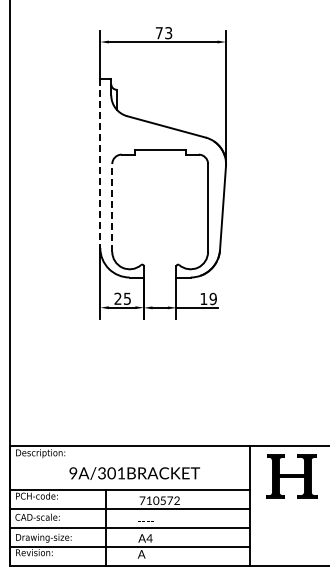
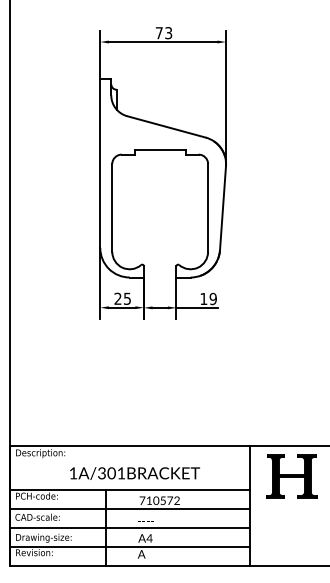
line at (100, 163): dashed -> solid
line at (112, 207): dashed -> solid
text at (73, 473): 9A/301 -> 1A/301
